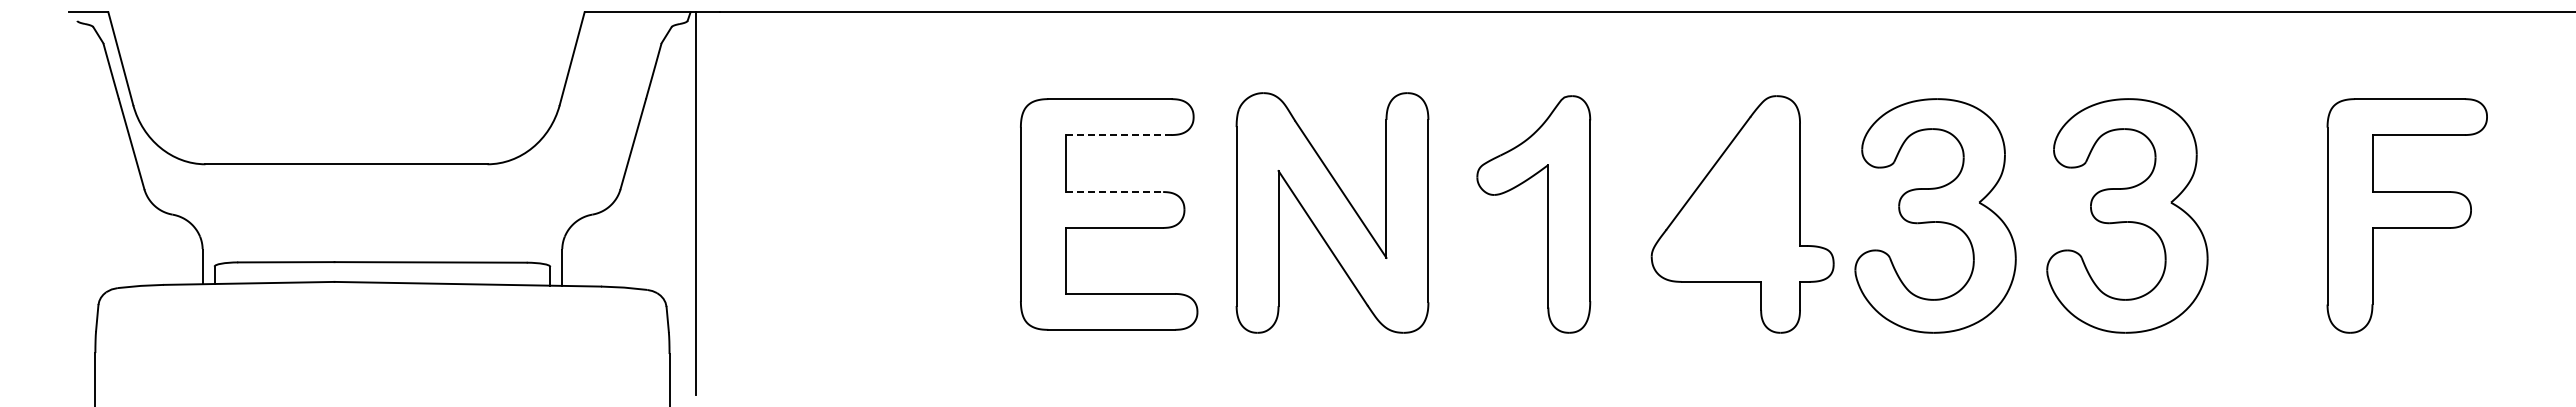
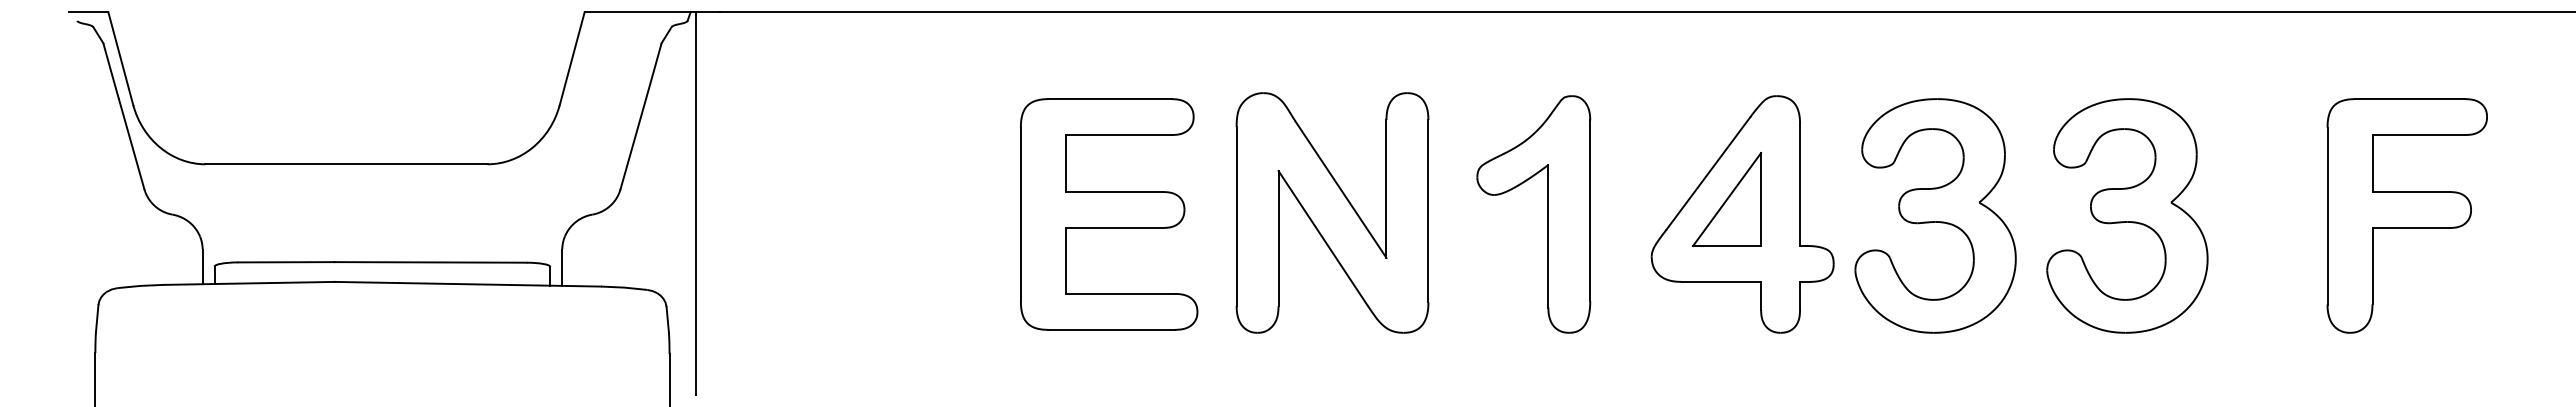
line at (1118, 135): dashed -> solid
line at (1114, 192): dashed -> solid
part at (1727, 199): none -> present
